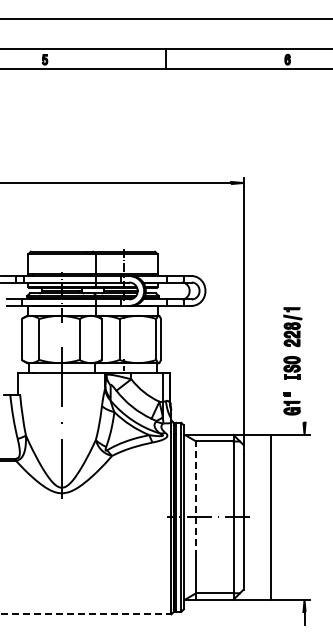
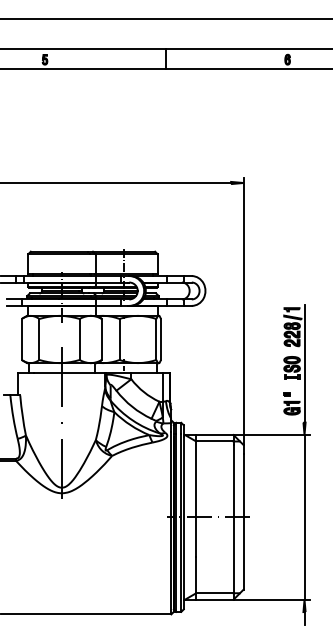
line at (304, 363): none -> present
line at (196, 495): dashed -> solid
line at (270, 517) position: (270, 517) -> (304, 517)
line at (86, 614): dashed -> solid
